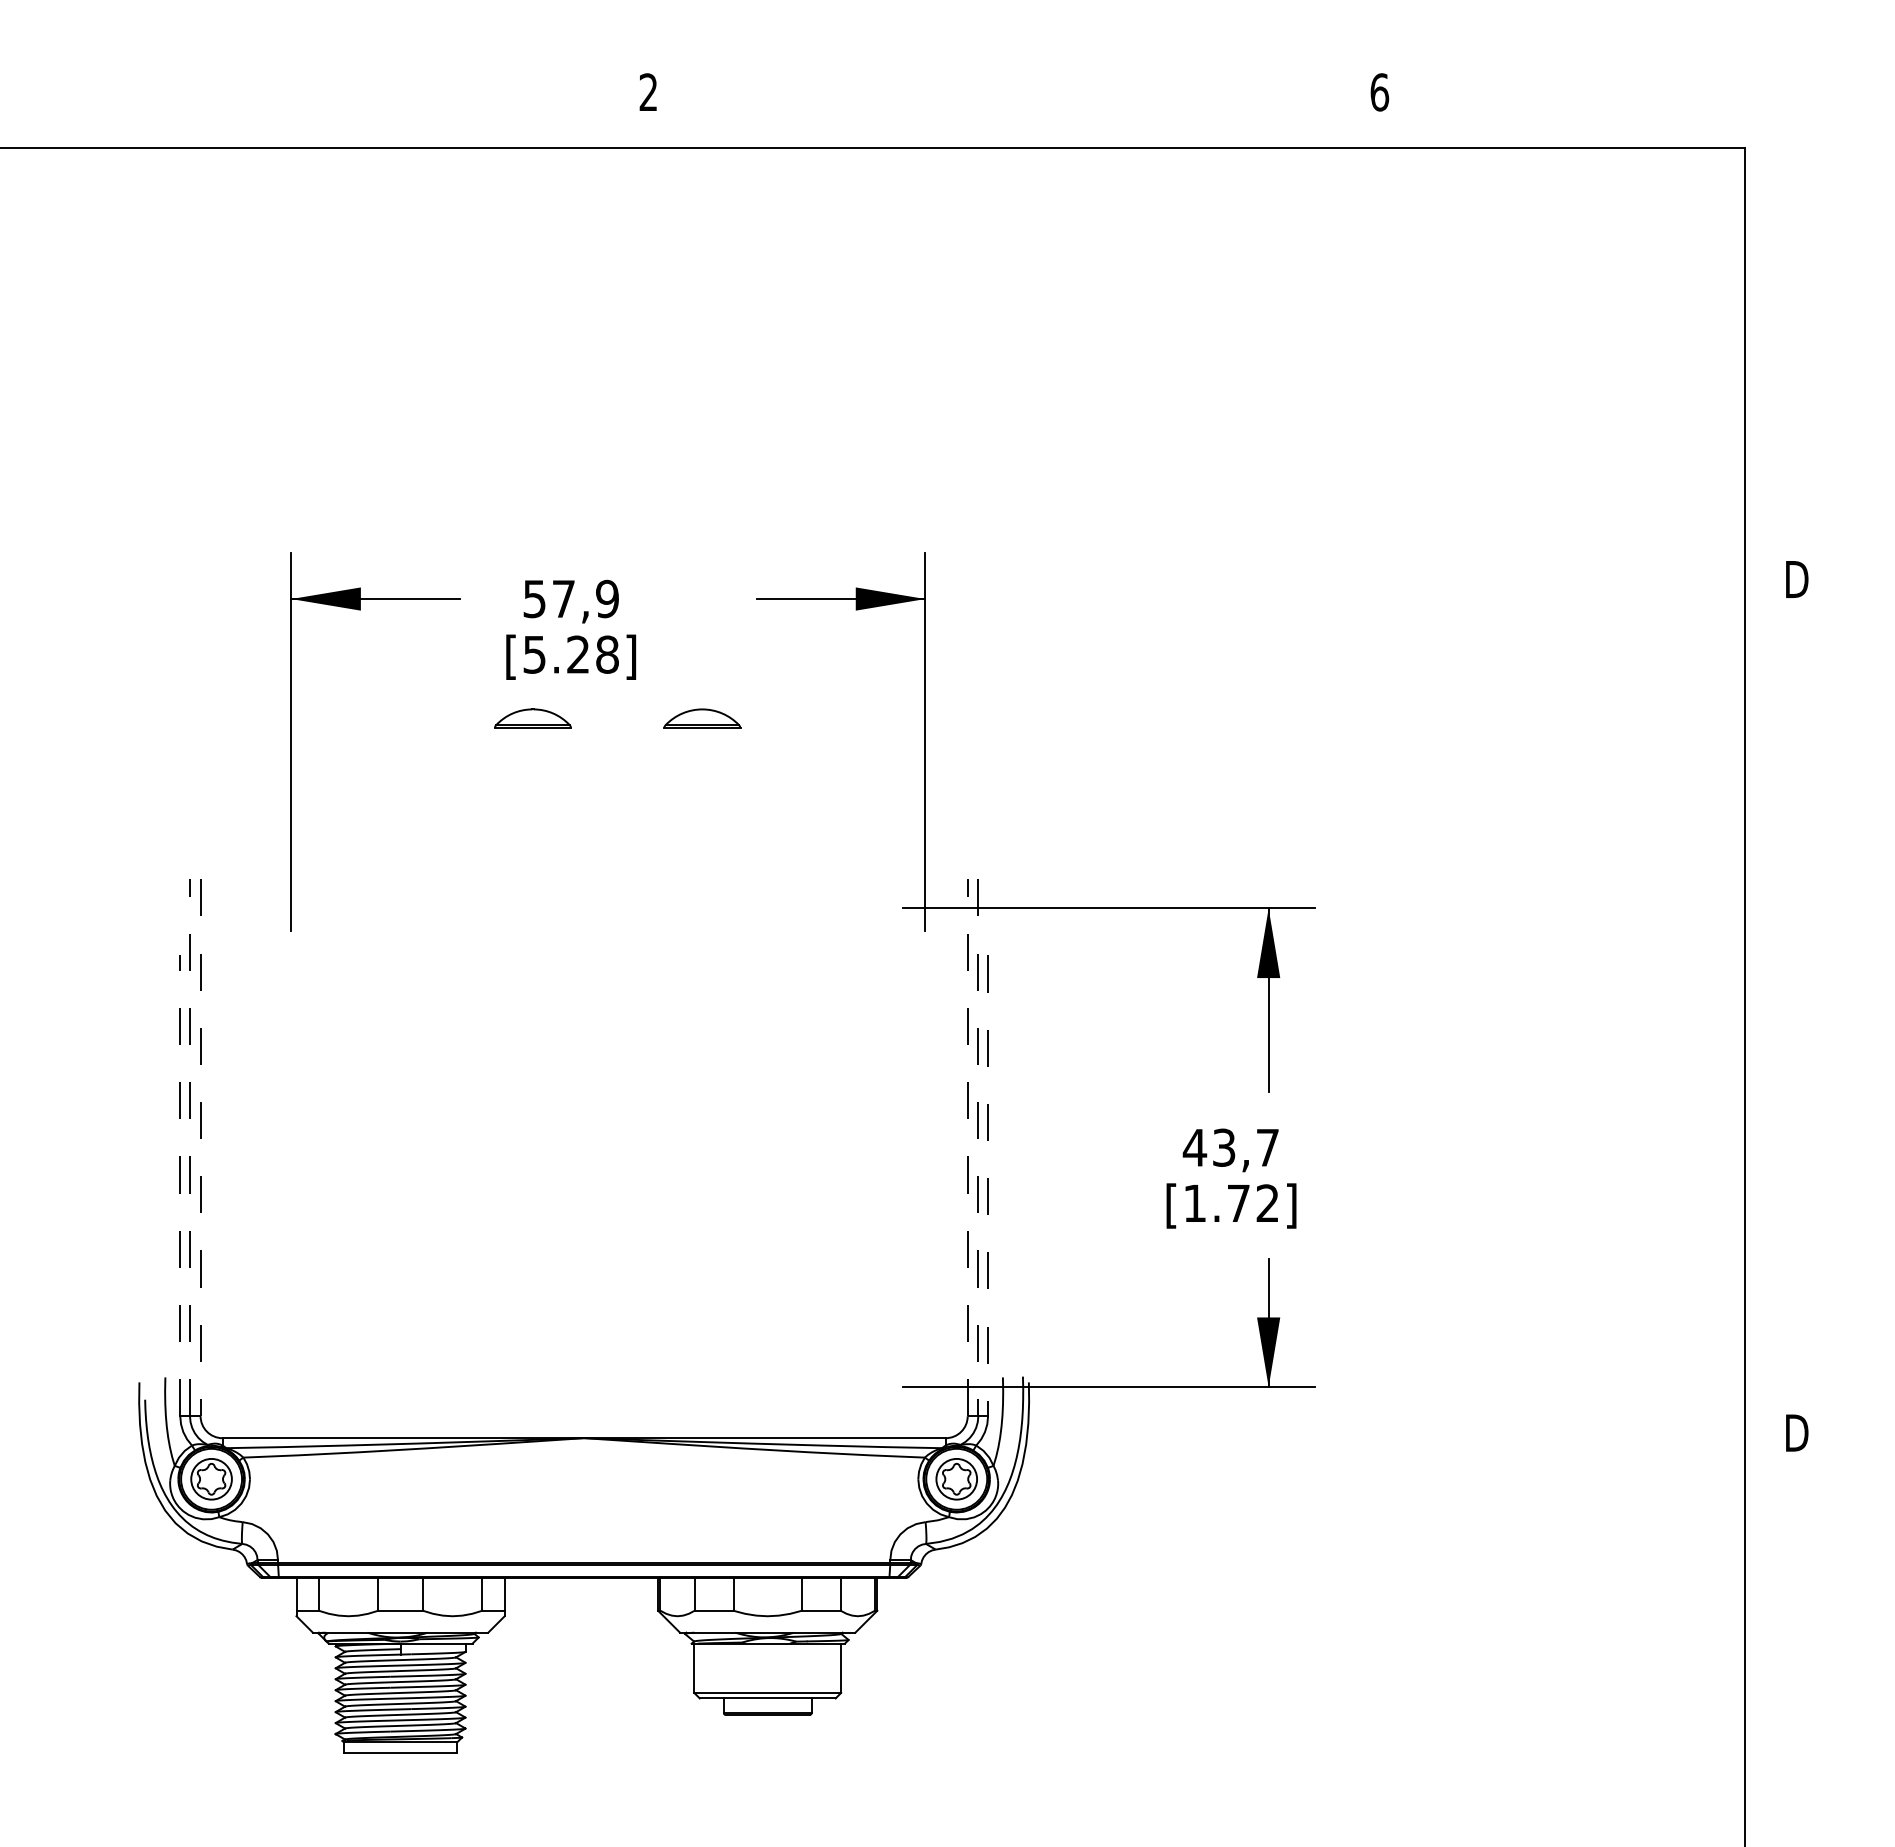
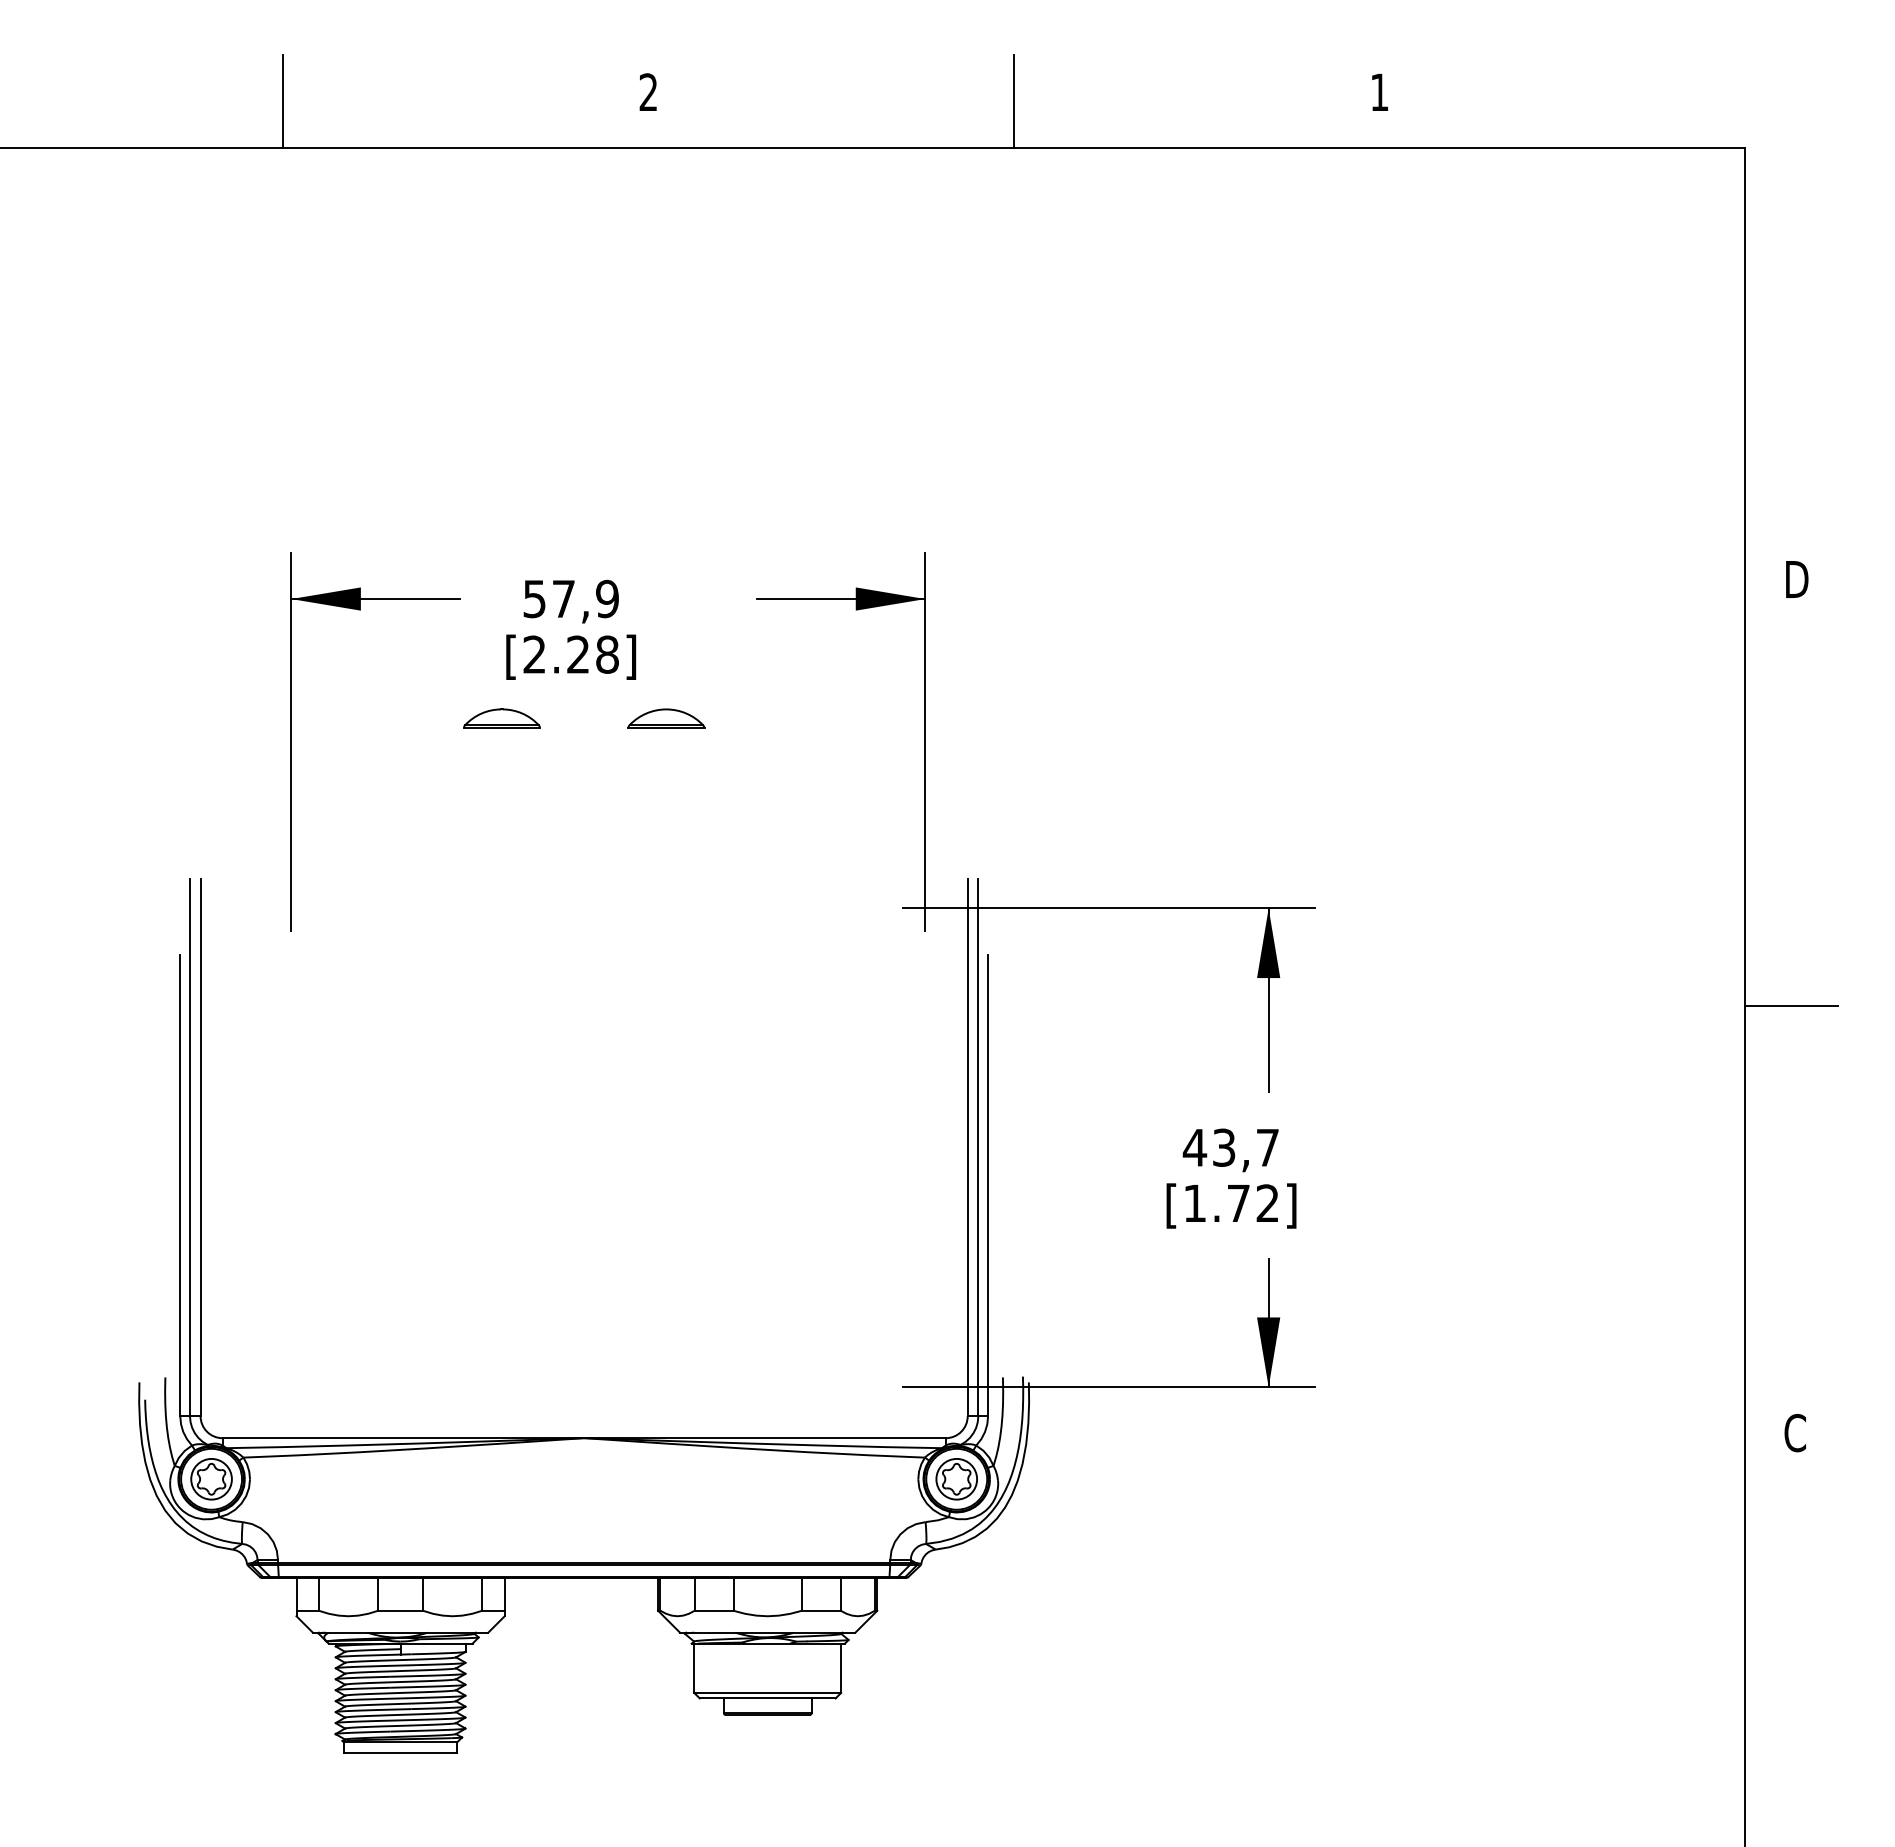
text at (1379, 92): 6 -> 1
line at (283, 101): none -> present
line at (1014, 101): none -> present
text at (534, 654): [5.28] -> [2.28]
part at (532, 718) position: (532, 718) -> (501, 718)
part at (702, 718) position: (702, 718) -> (666, 718)
line at (1791, 1006): none -> present
line at (189, 1147): dashed -> solid
line at (967, 1147): dashed -> solid
line at (200, 1148): dashed -> solid
line at (978, 1148): dashed -> solid
line at (180, 1185): dashed -> solid
line at (988, 1186): dashed -> solid
text at (1796, 1432): D -> C
